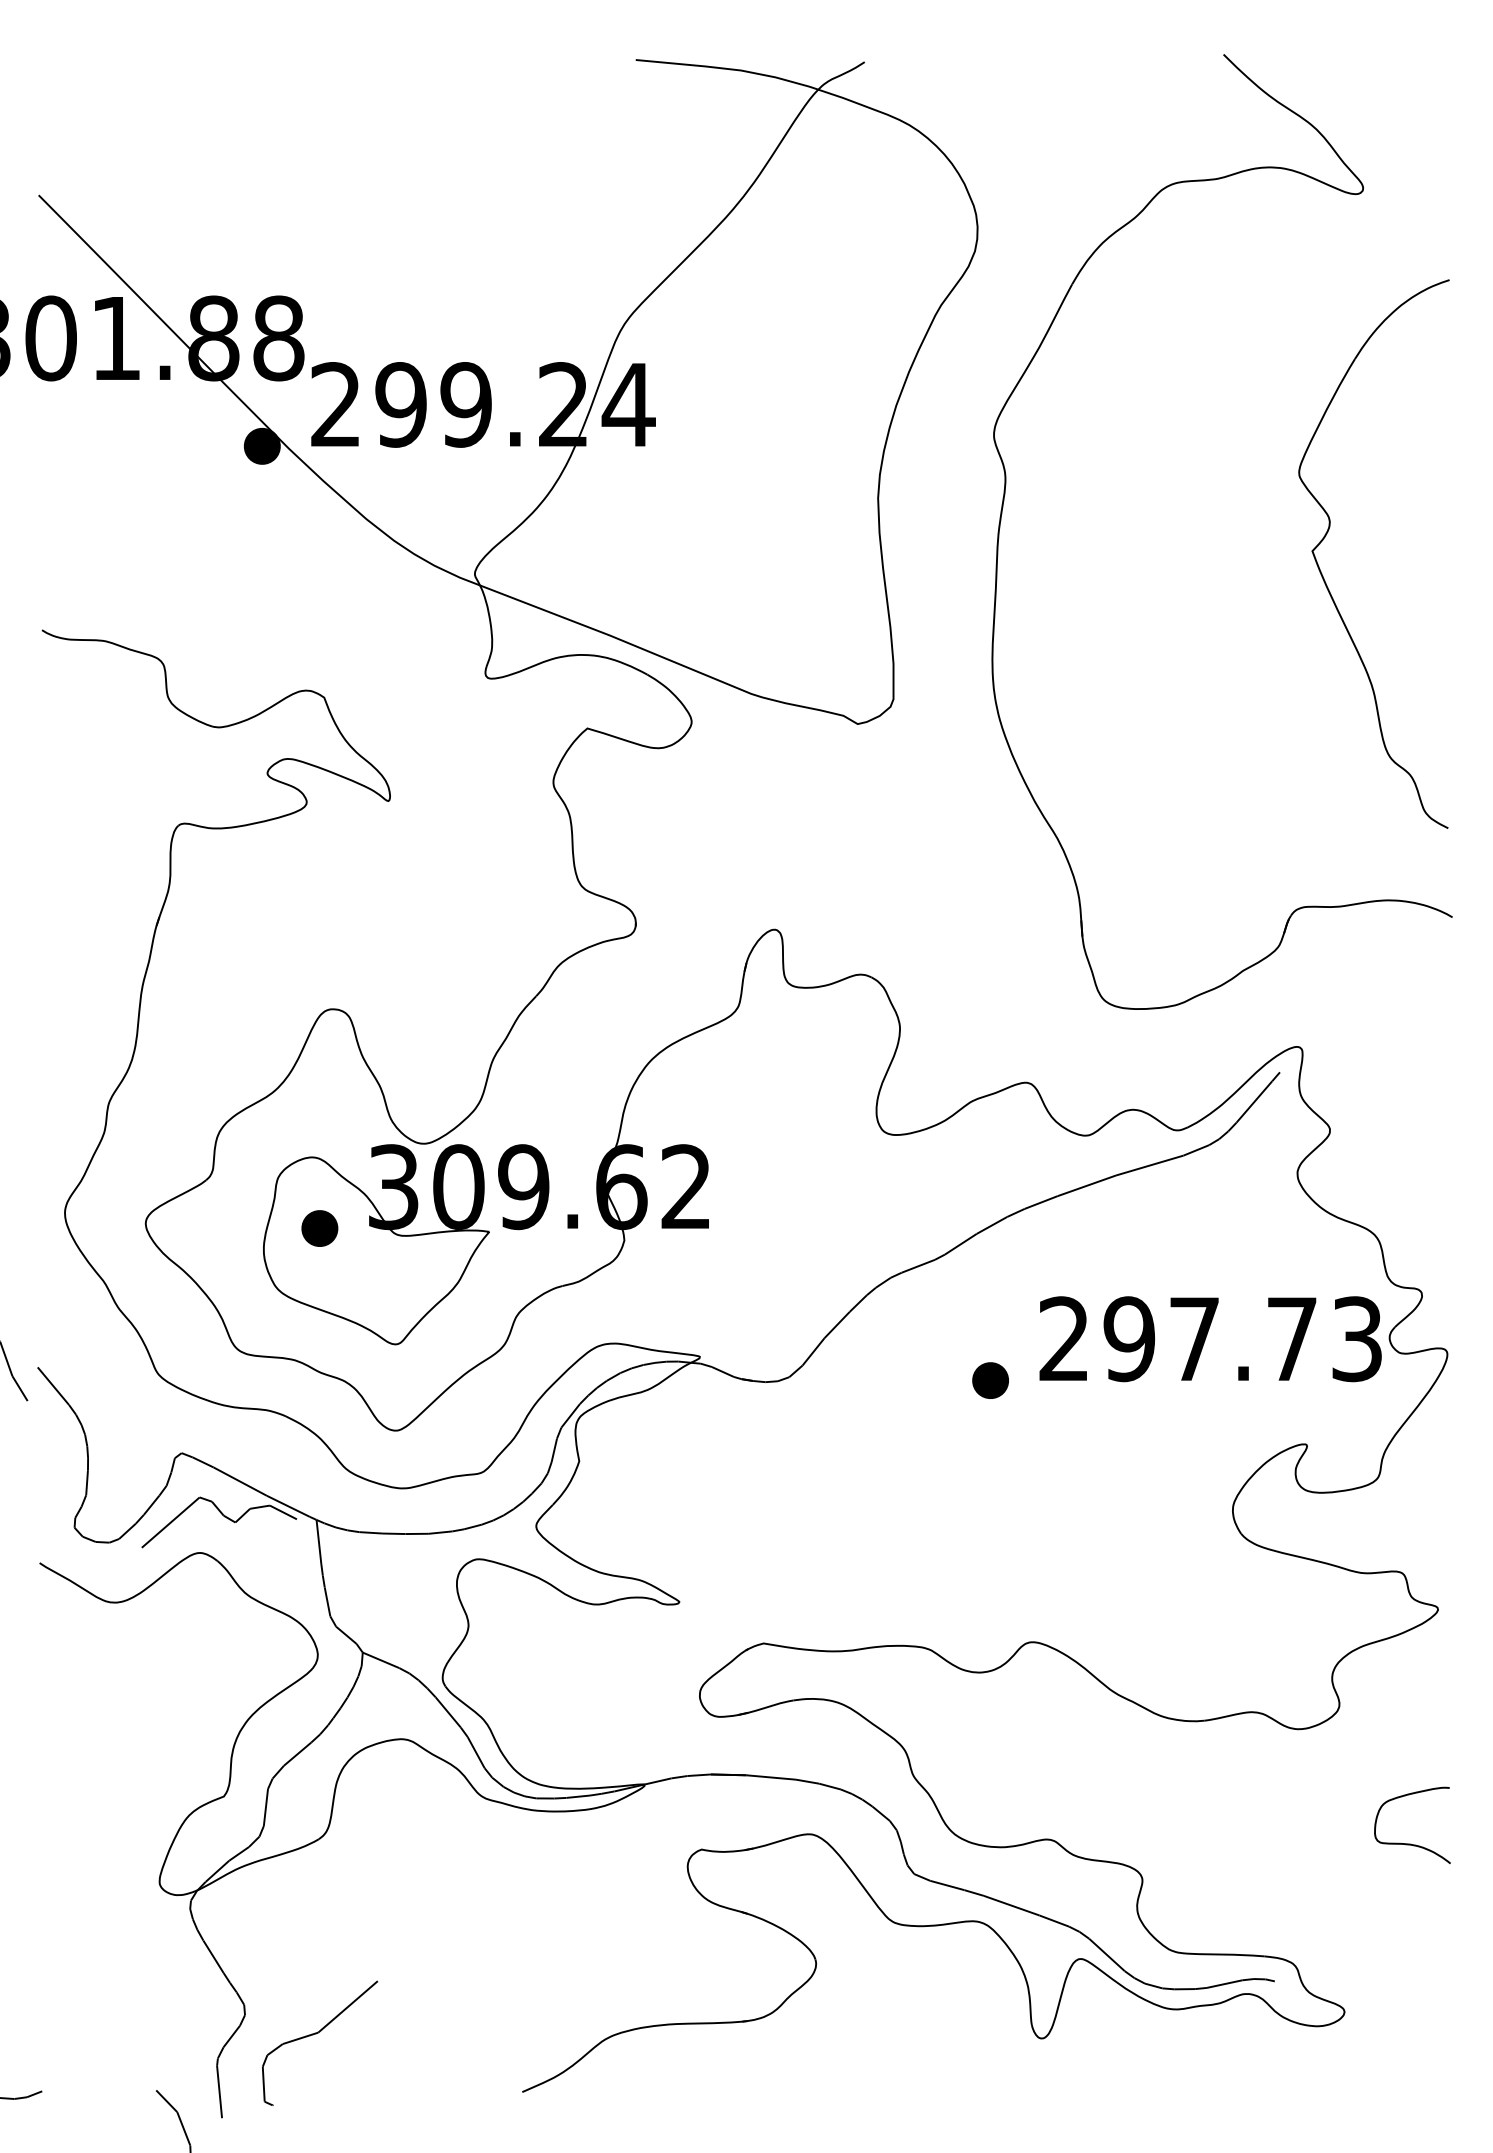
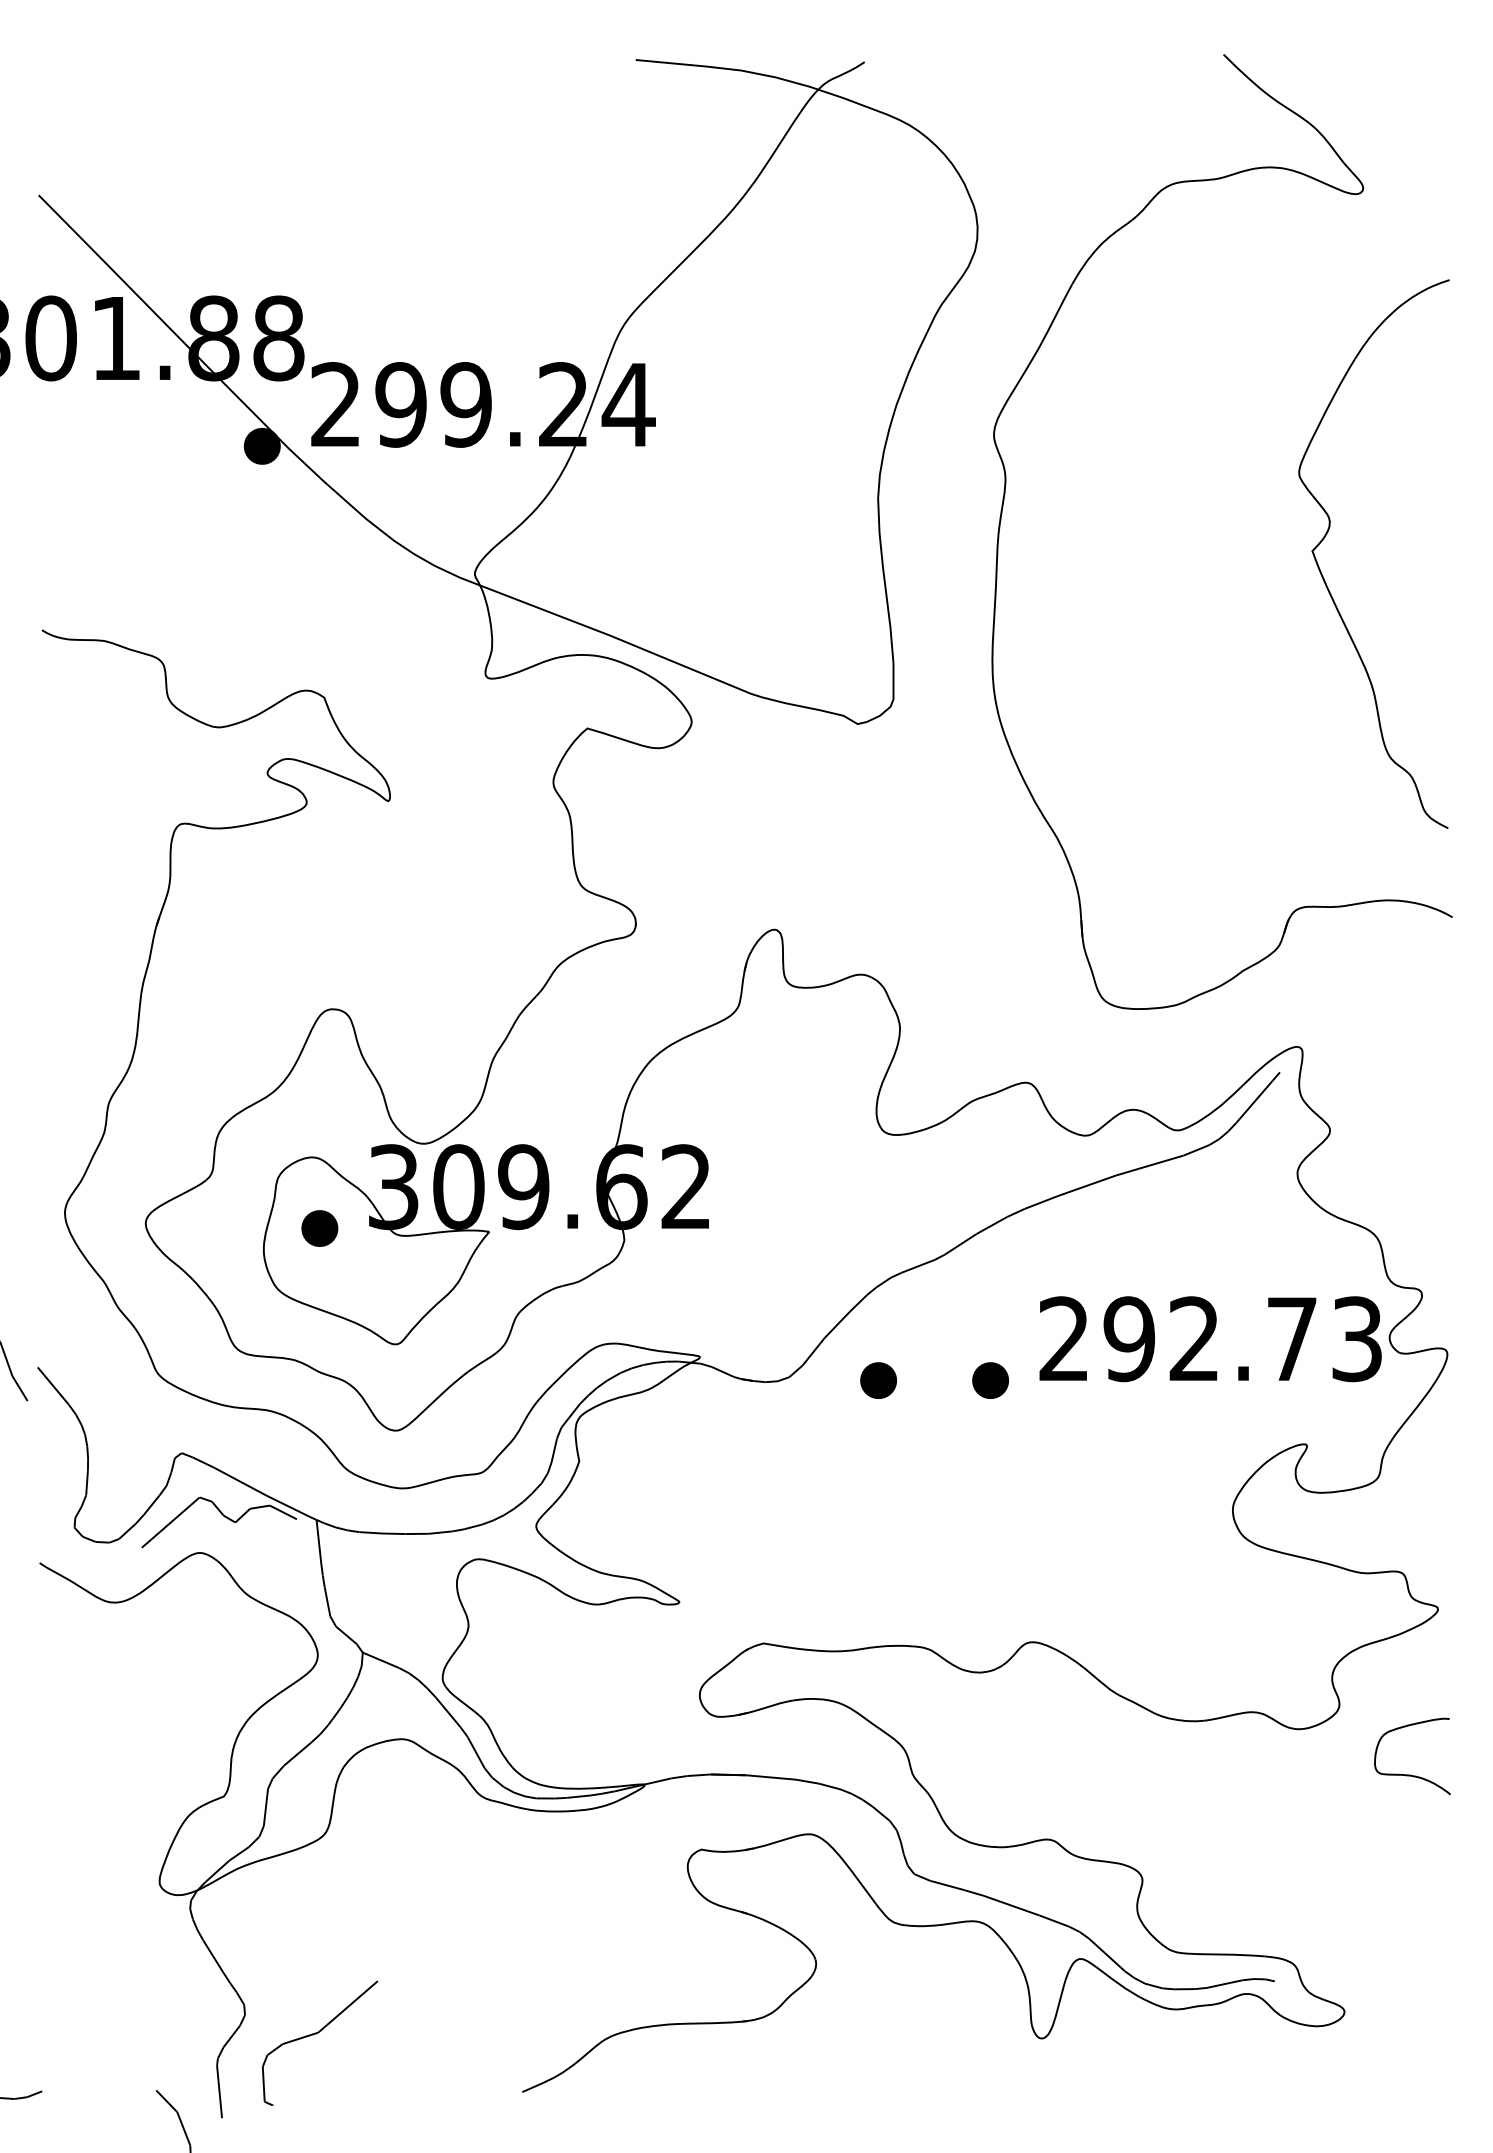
text at (1193, 1338): 297.73 -> 292.73
part at (878, 1380): none -> present
curve at (1410, 1843) position: (1410, 1843) -> (1410, 1774)
